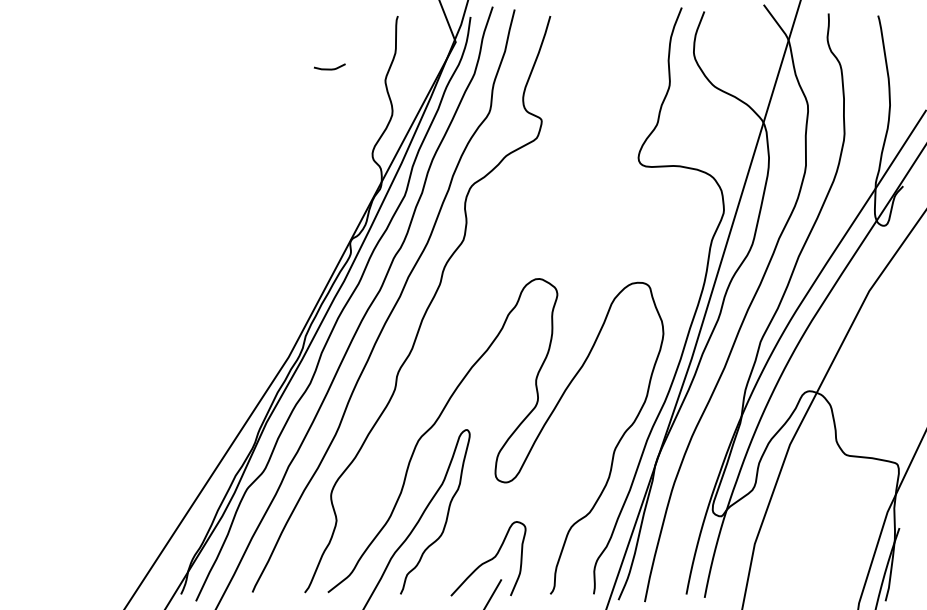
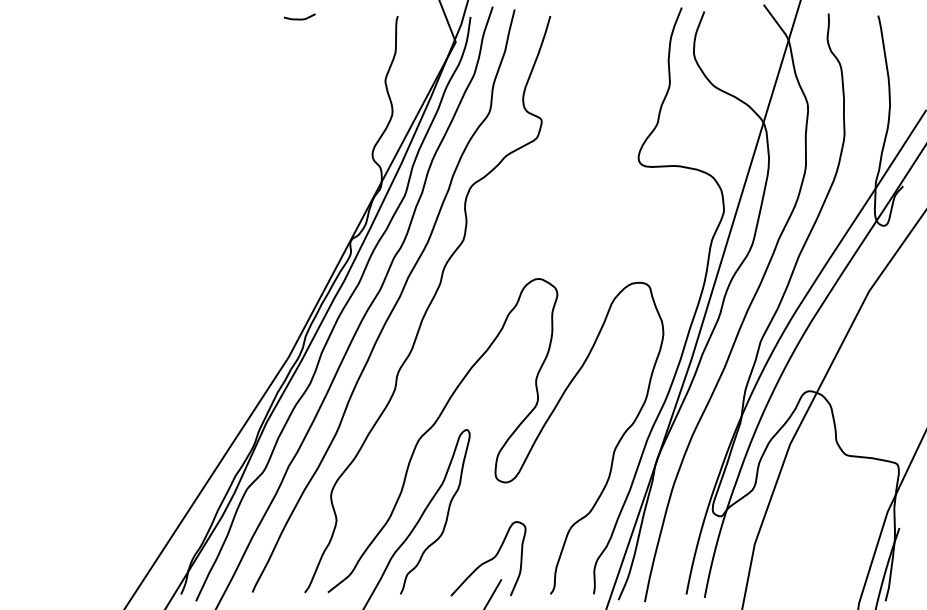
curve at (329, 68) position: (329, 68) -> (299, 18)
